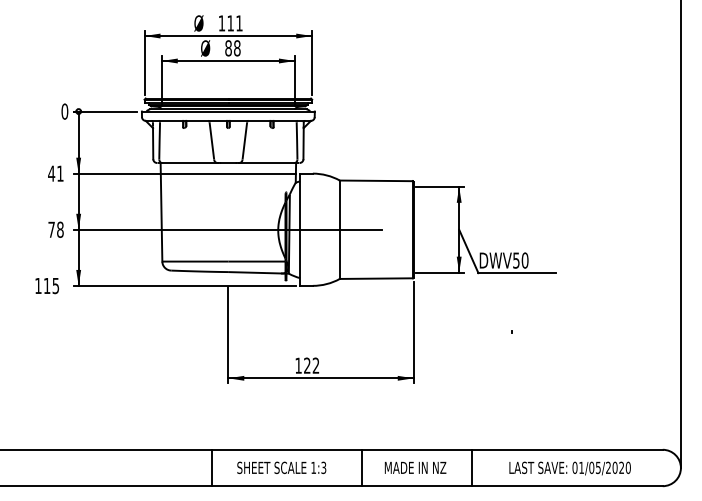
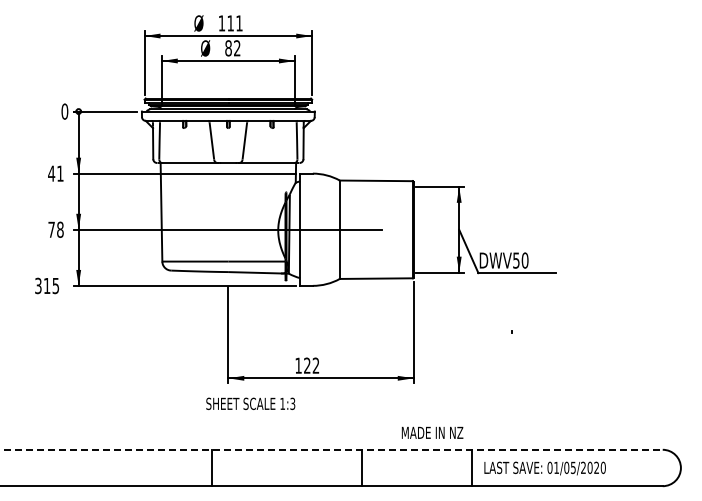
text at (237, 48): 88 -> 82
line at (680, 234): present -> none
text at (38, 285): 115 -> 315
line at (331, 449): solid -> dashed
text at (281, 467) position: (281, 467) -> (250, 403)
text at (415, 467) position: (415, 467) -> (432, 432)
text at (569, 468) position: (569, 468) -> (544, 468)
